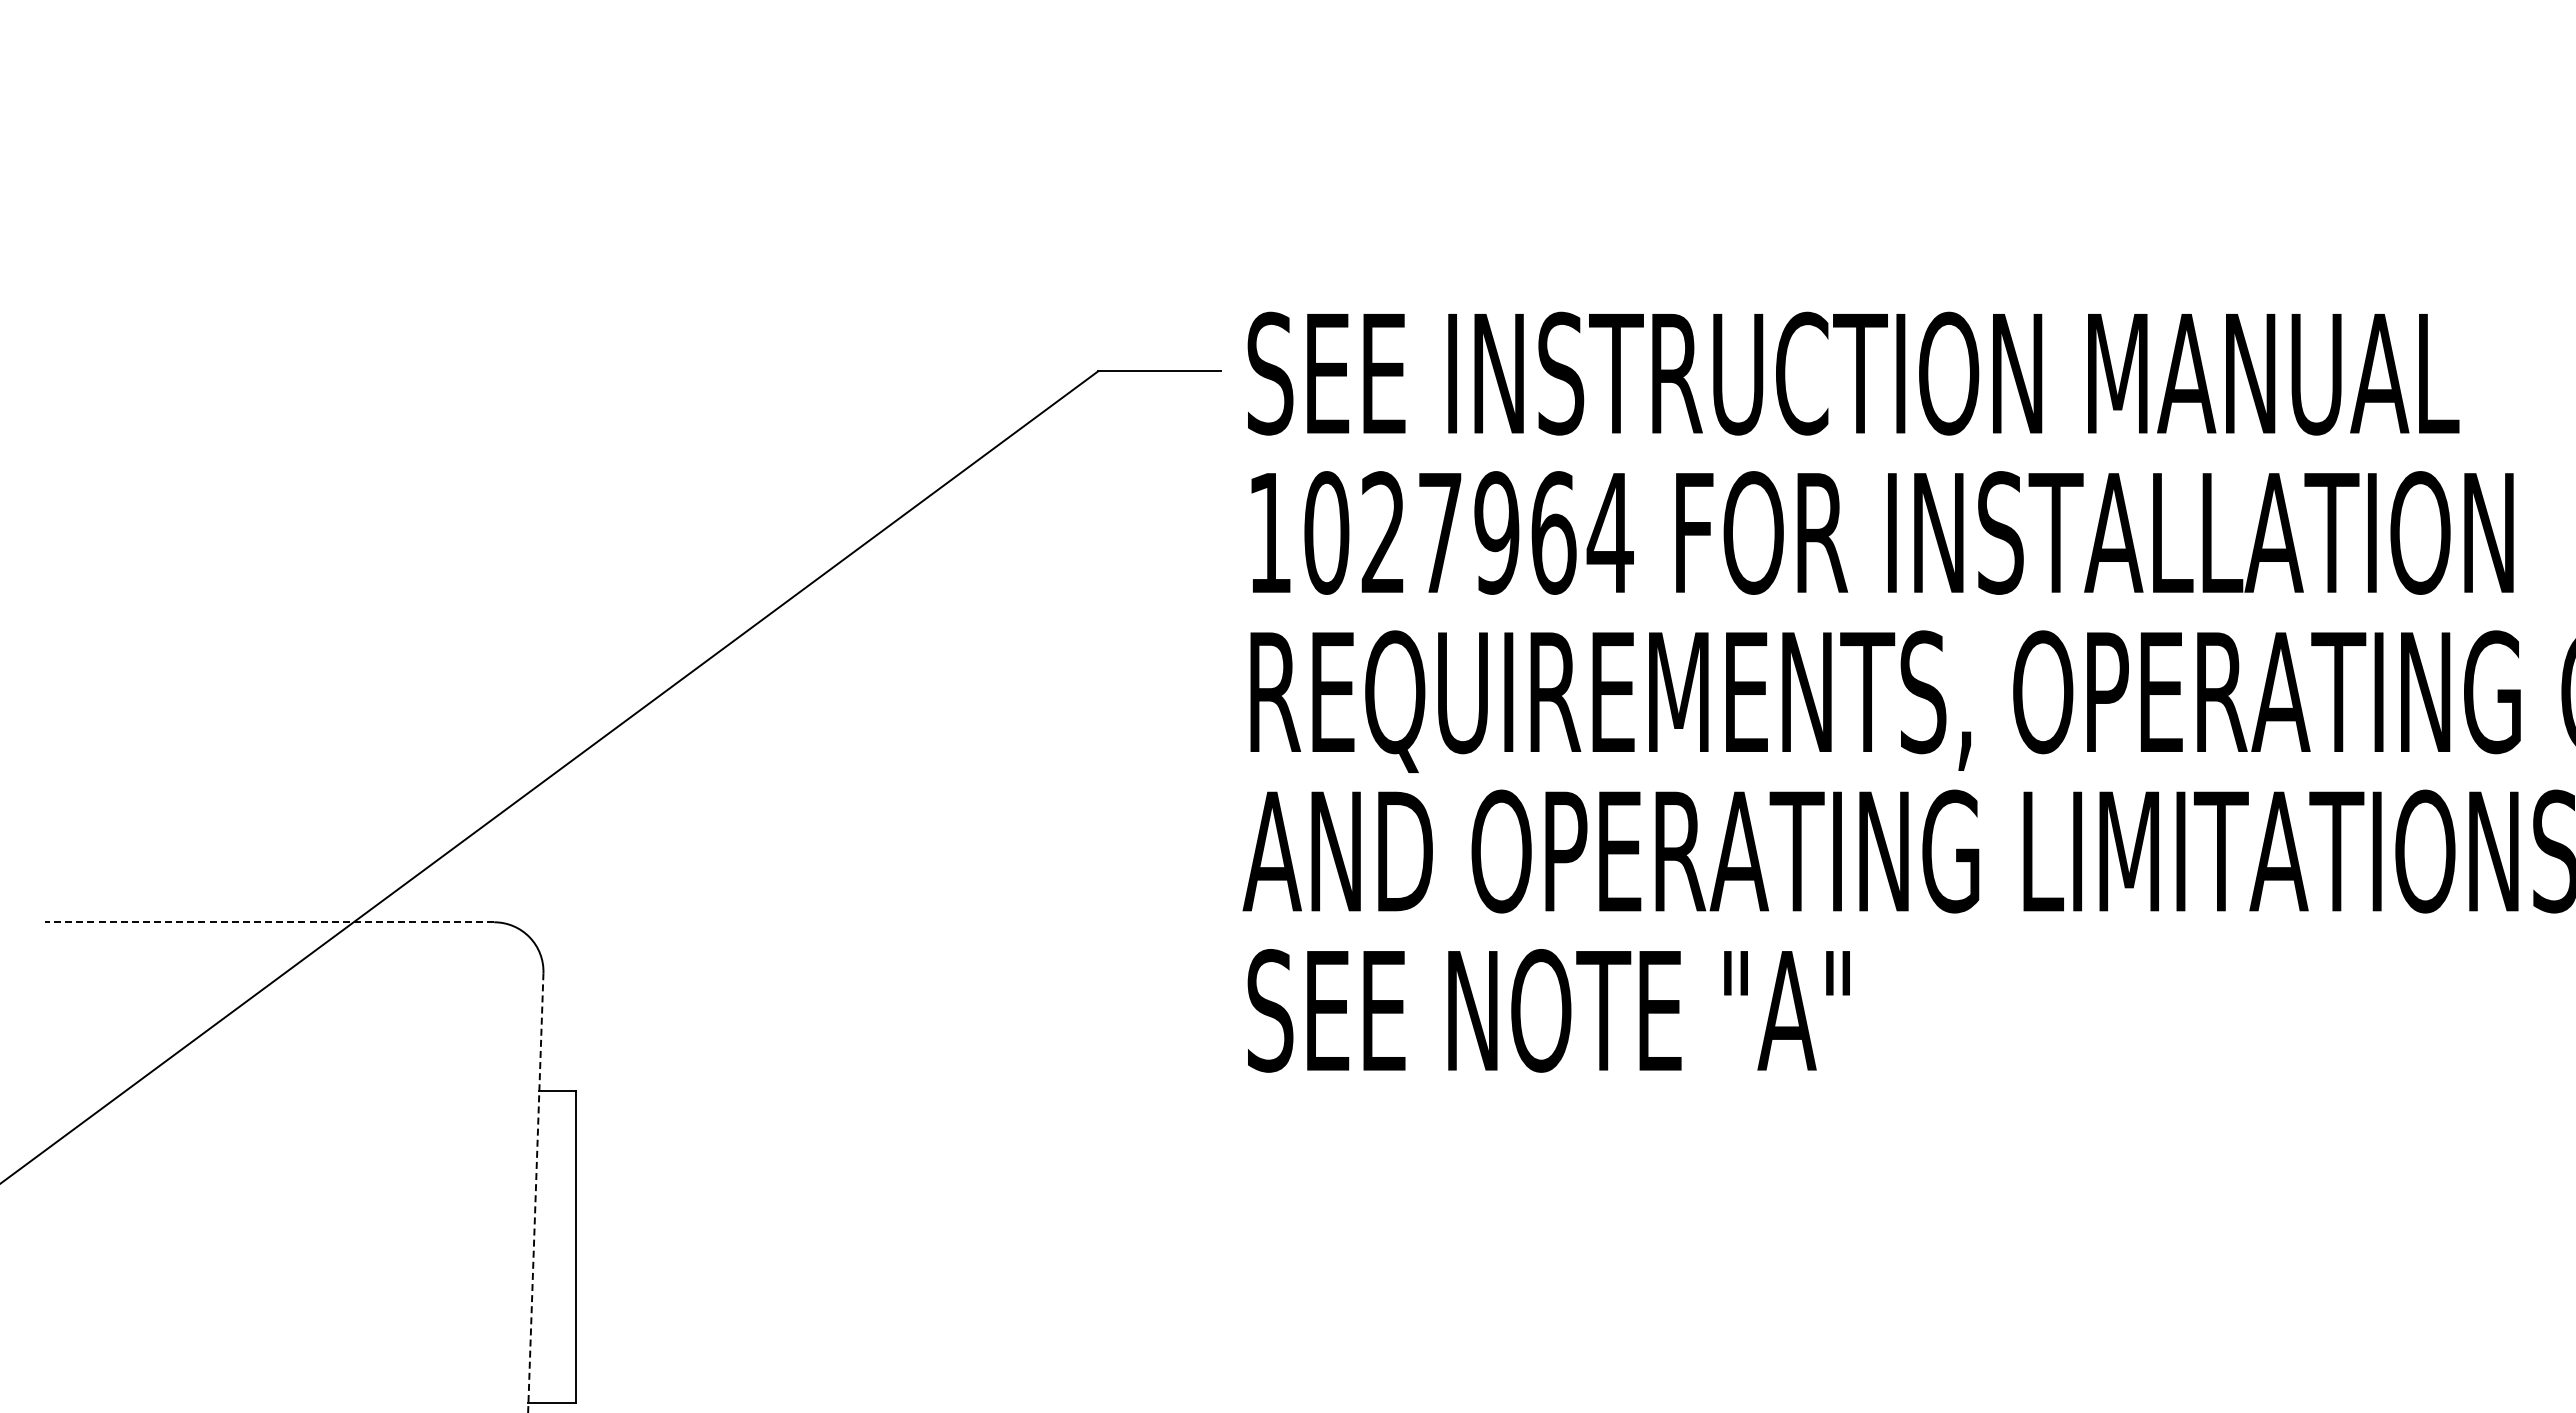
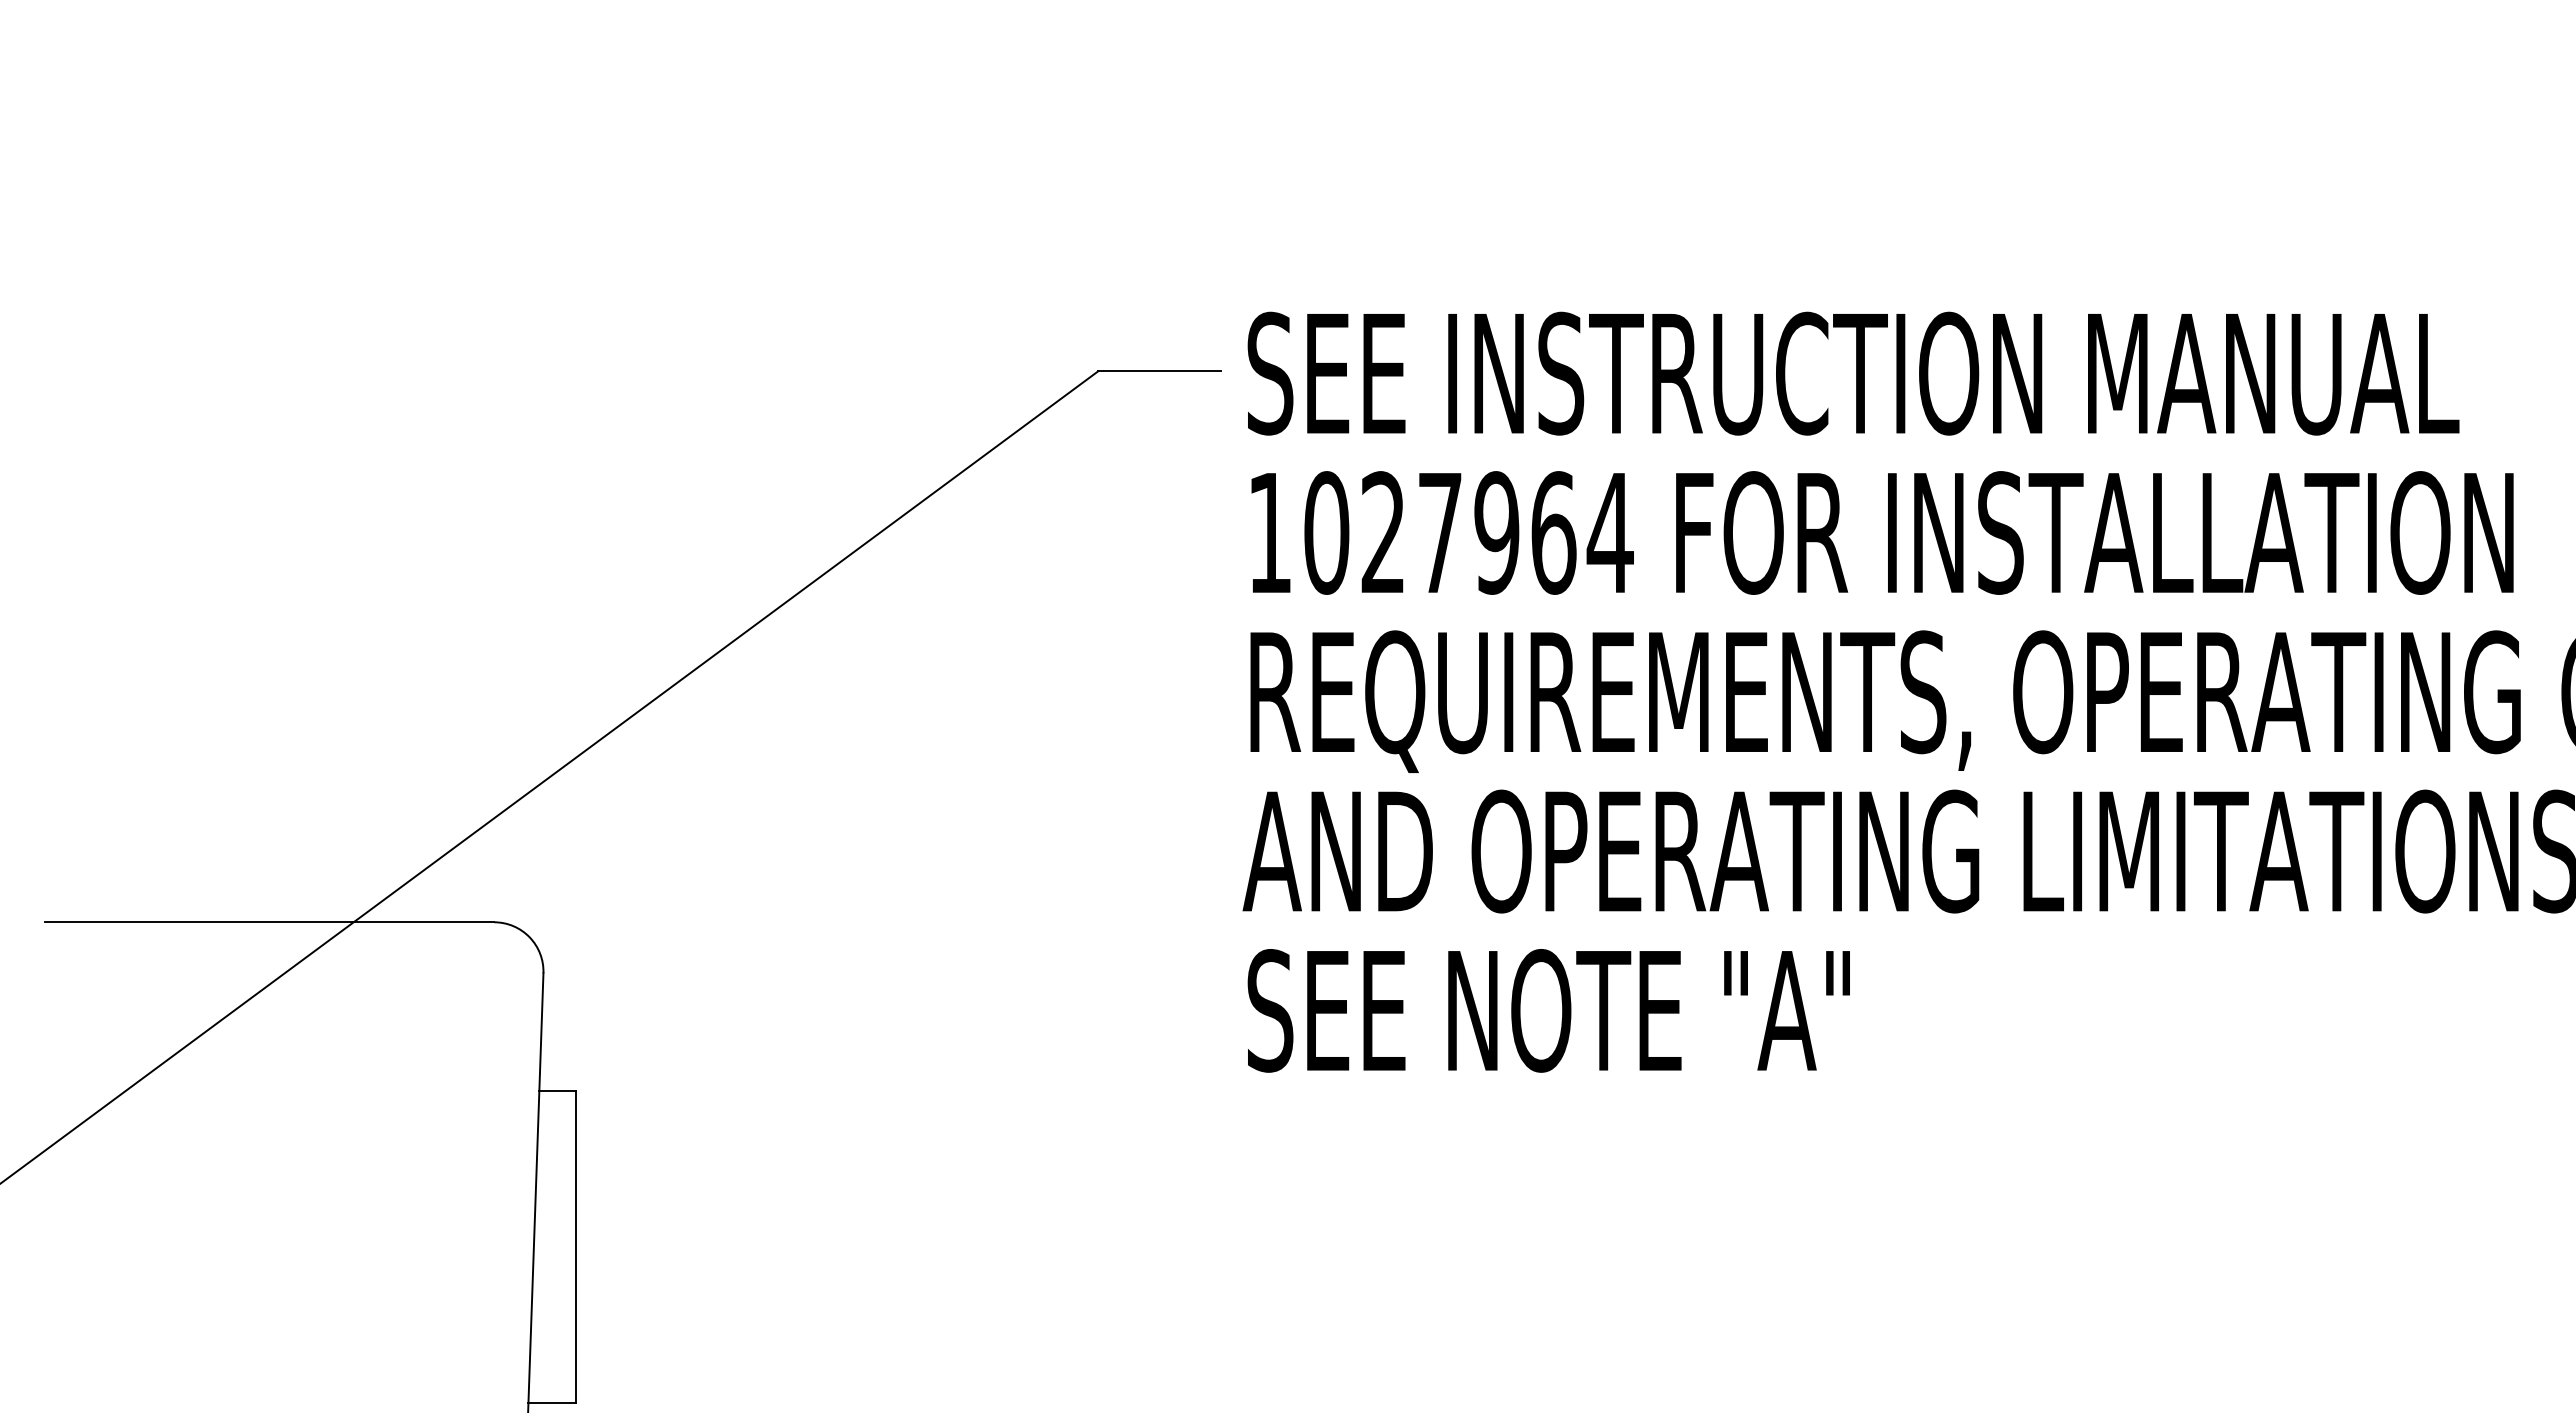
line at (269, 922): dashed -> solid
line at (535, 1193): dashed -> solid
